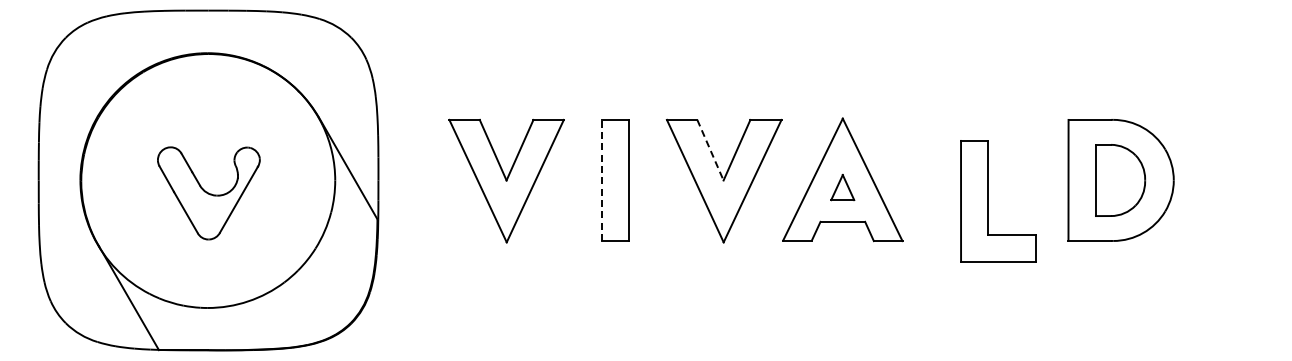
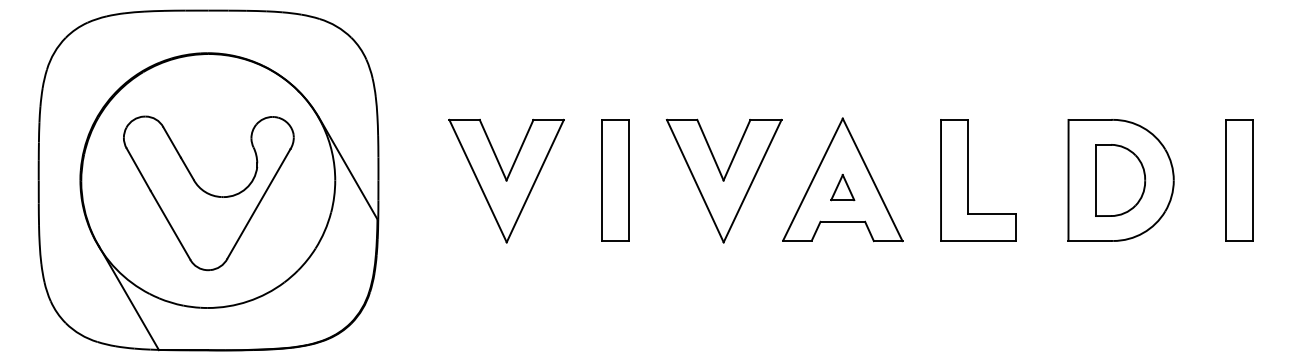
line at (710, 150): dashed -> solid
line at (601, 180): dashed -> solid
part at (1239, 180): none -> present
part at (208, 193) size: 104x95 px -> 172x157 px
part at (988, 201) position: (988, 201) -> (968, 180)
